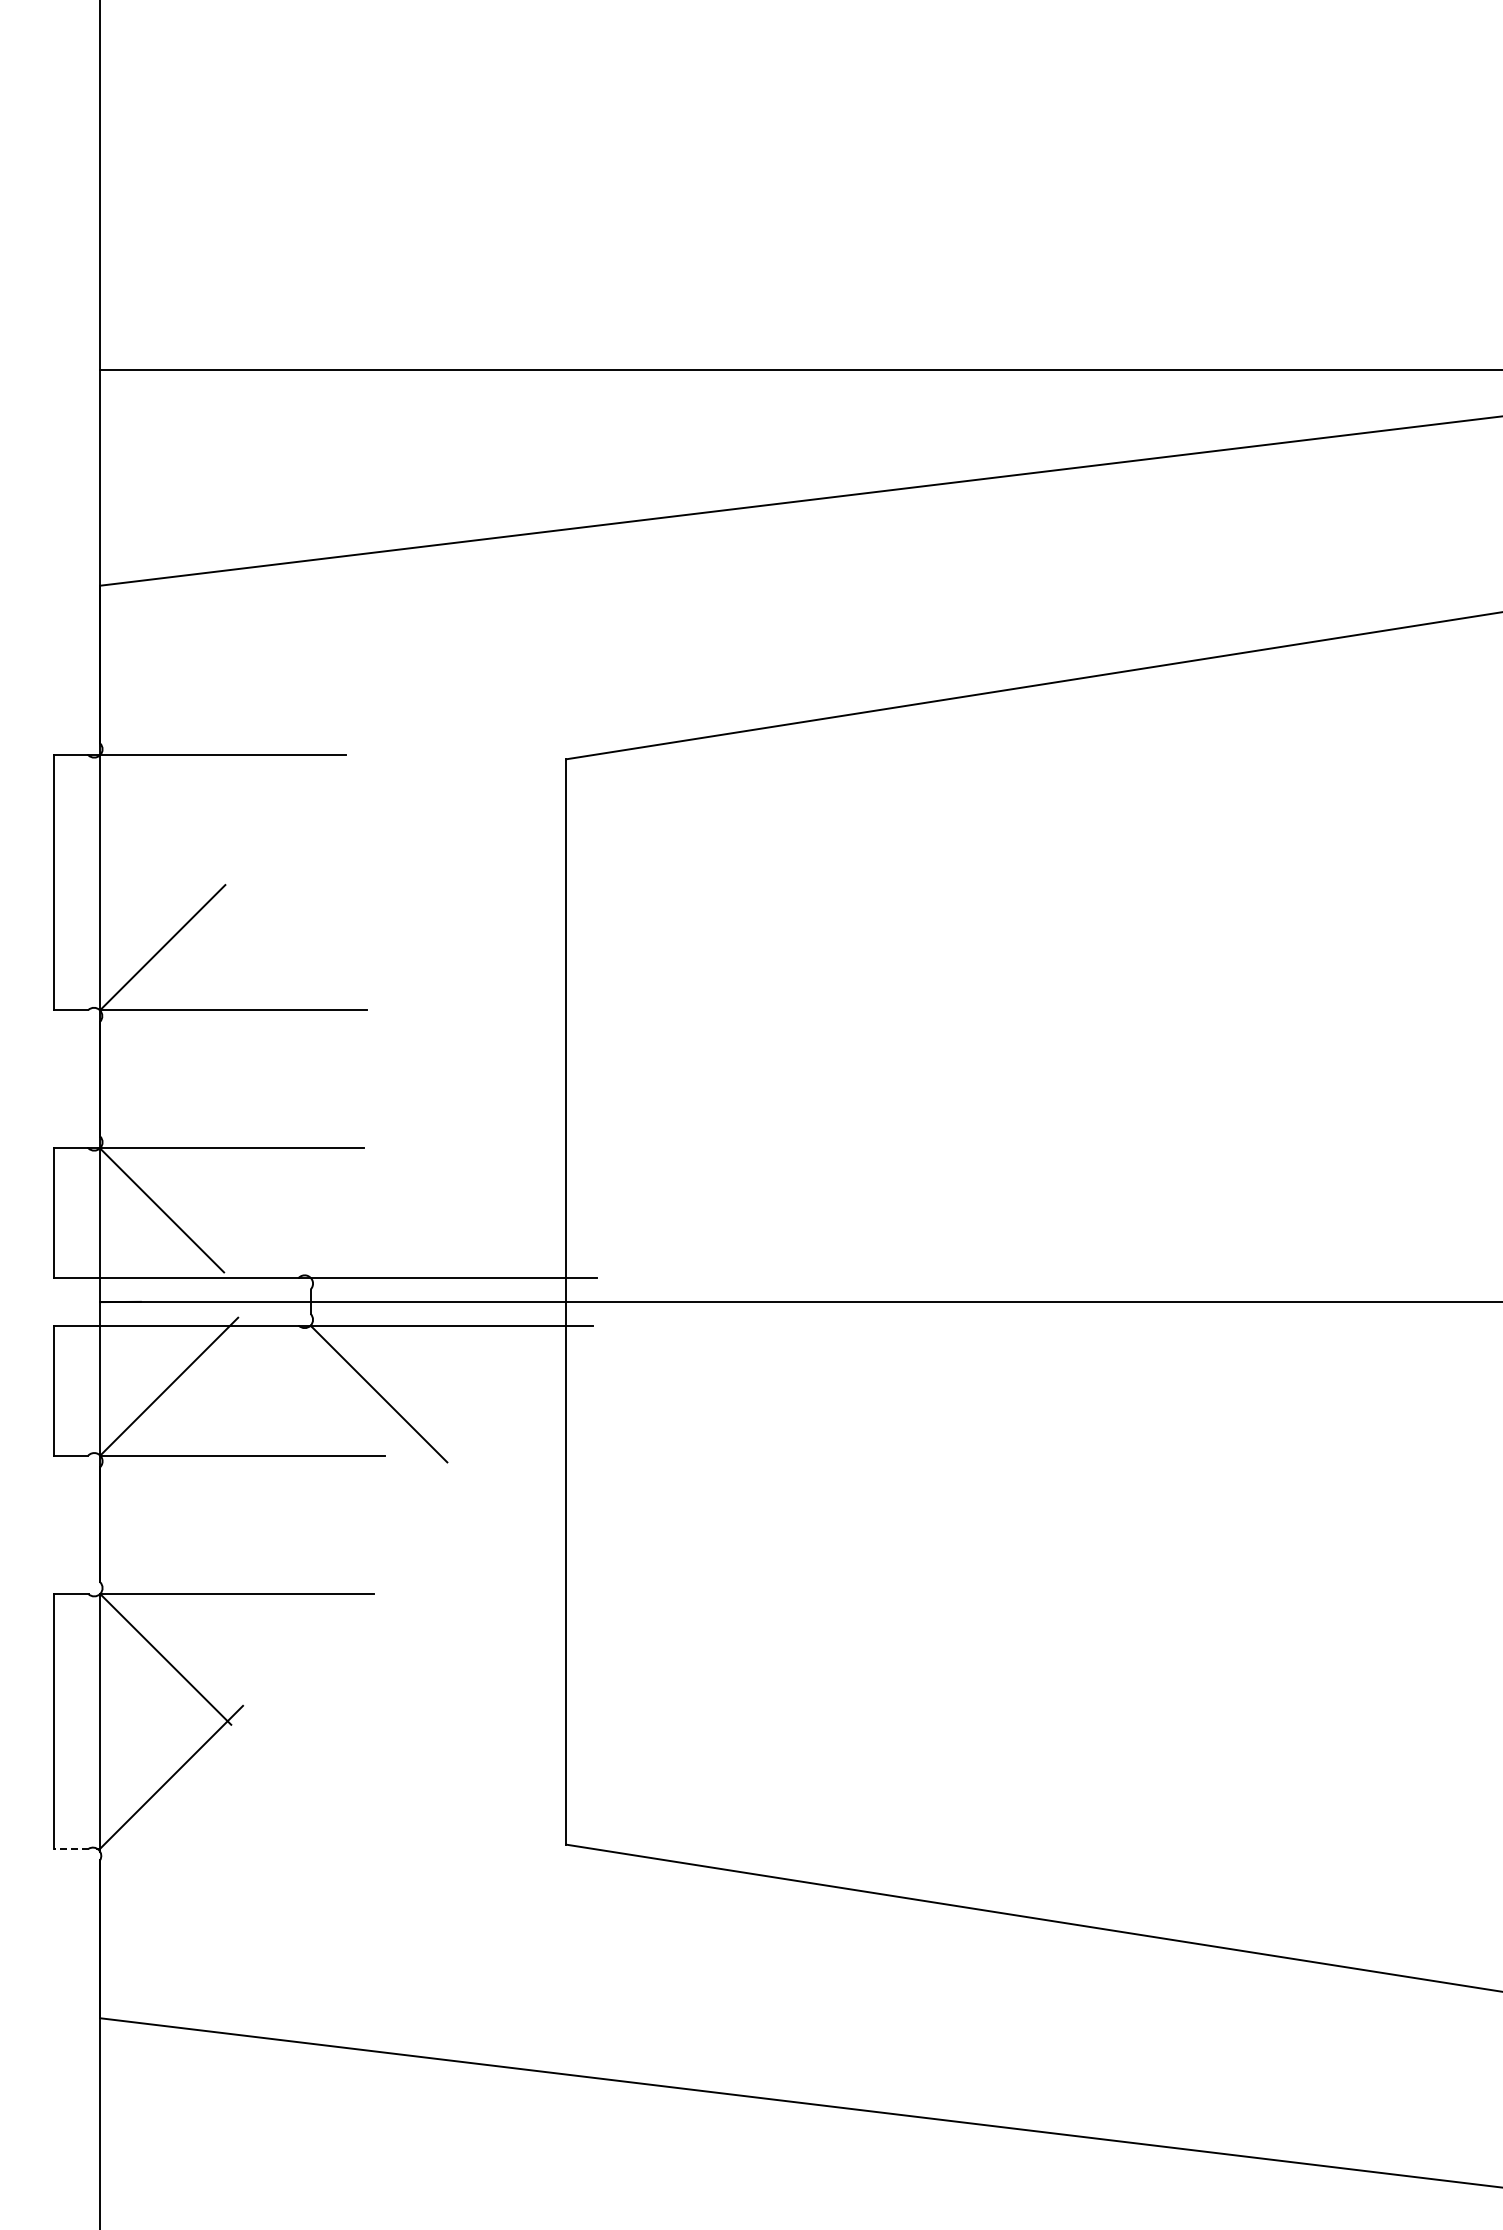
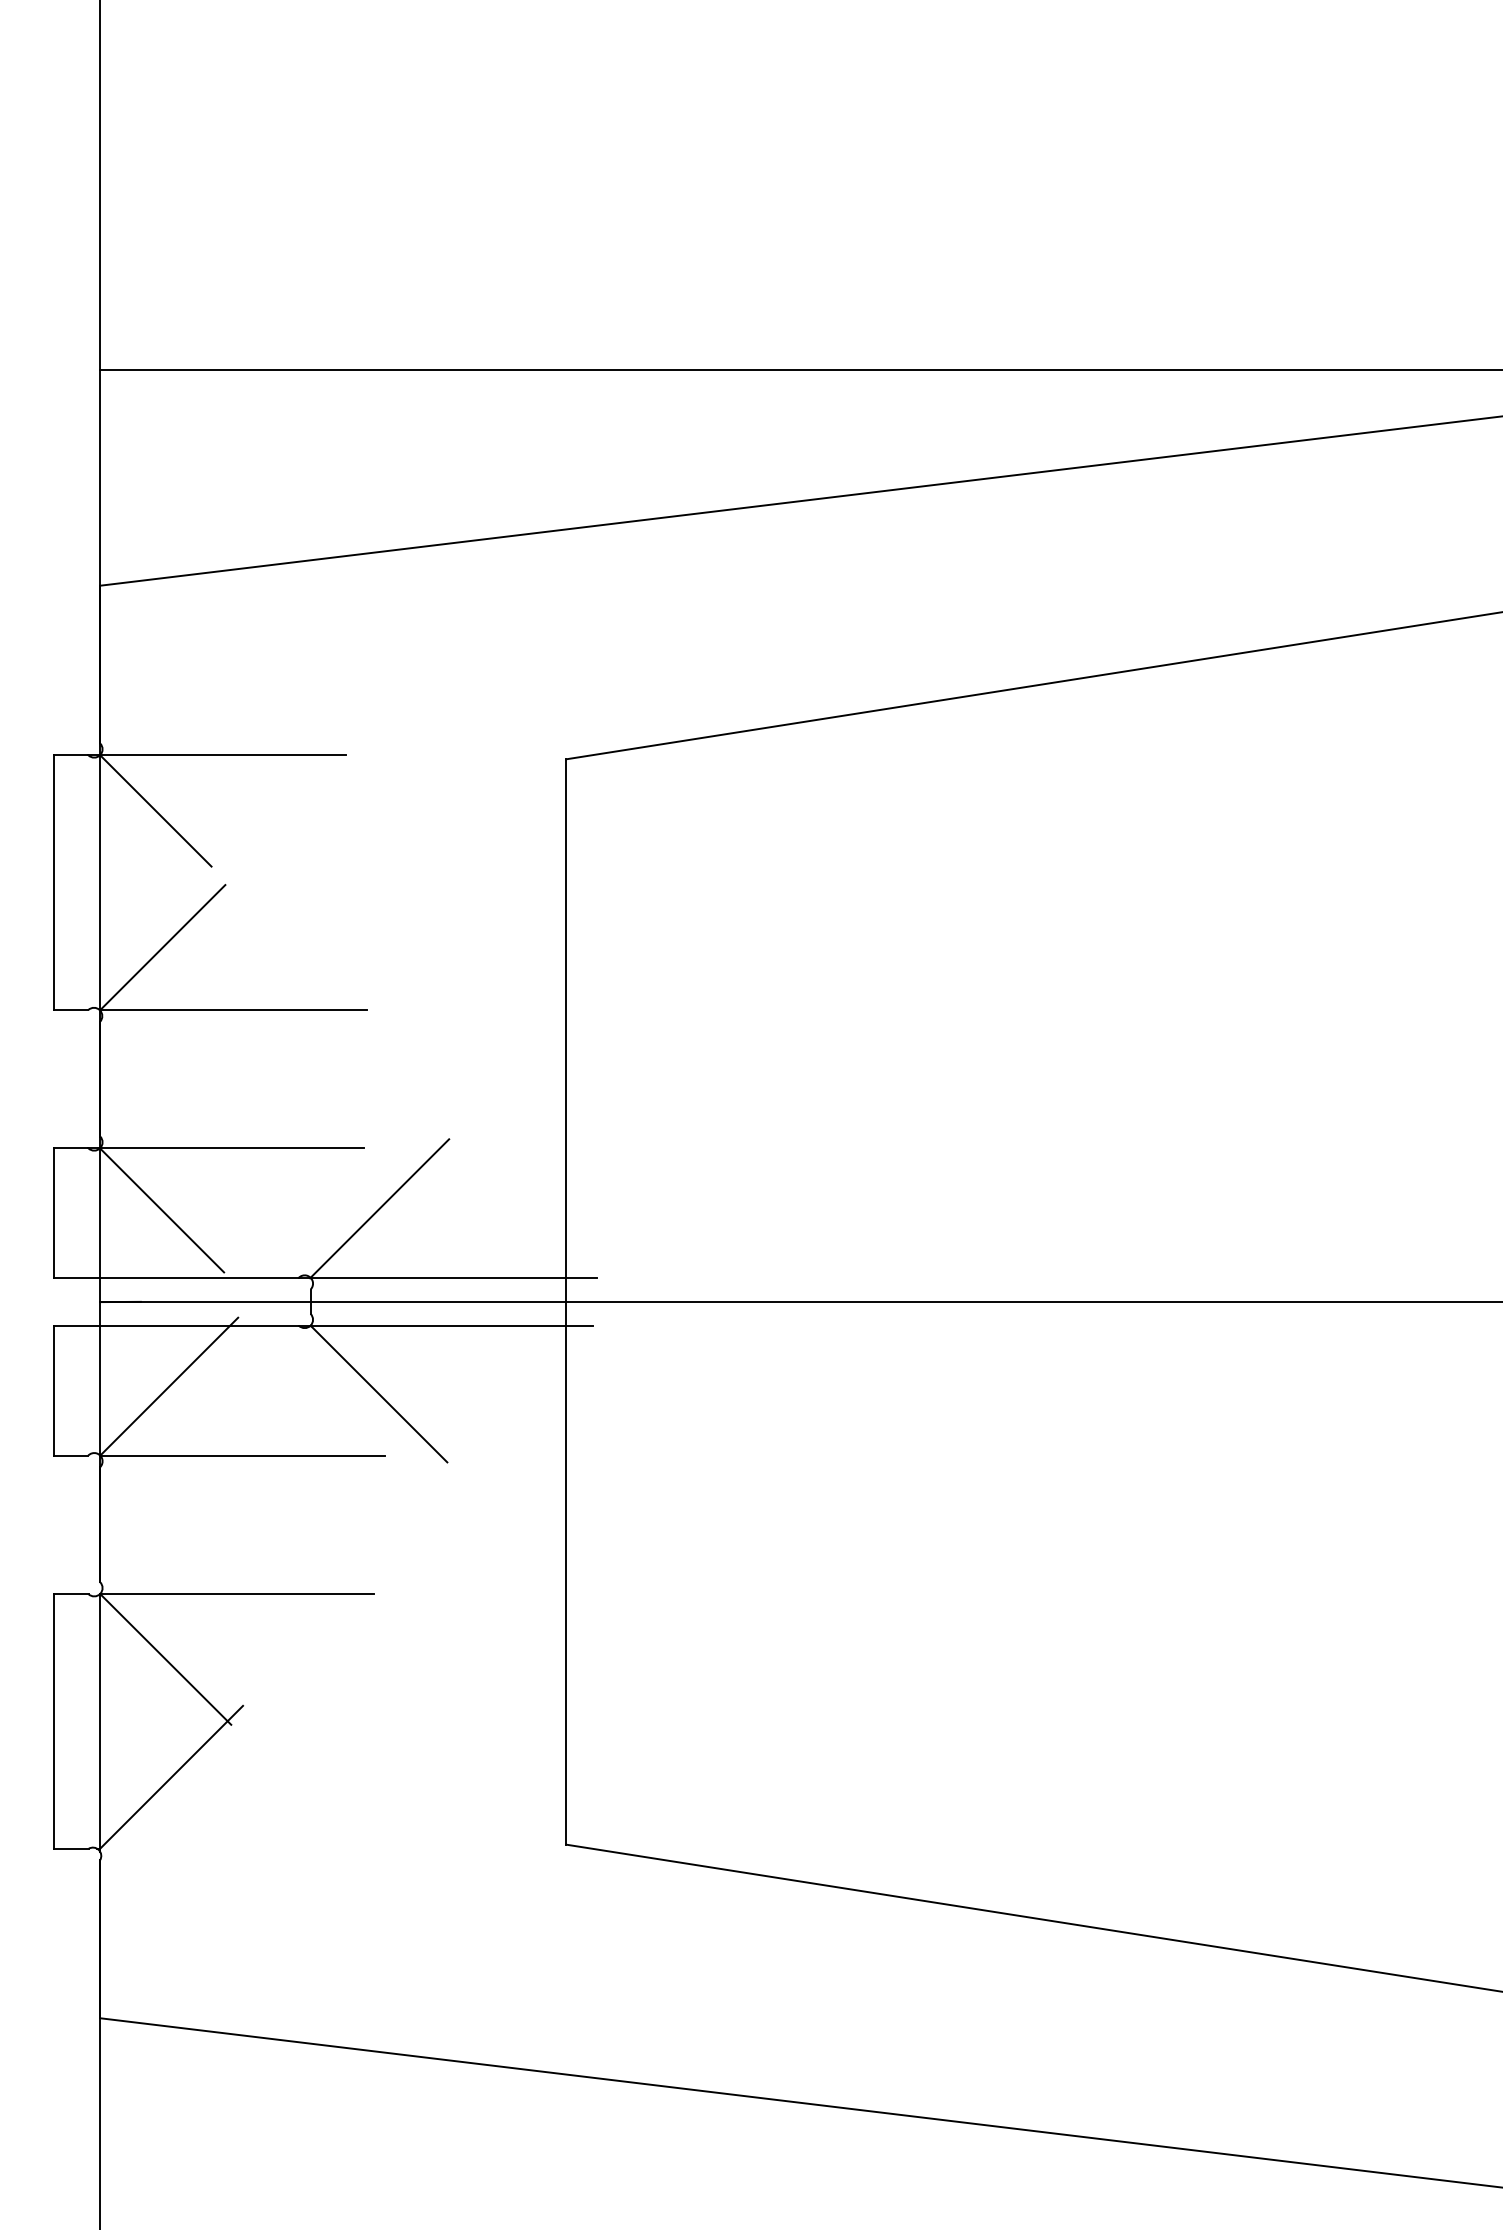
line at (155, 810): none -> present
line at (379, 1208): none -> present
line at (70, 1848): dashed -> solid
